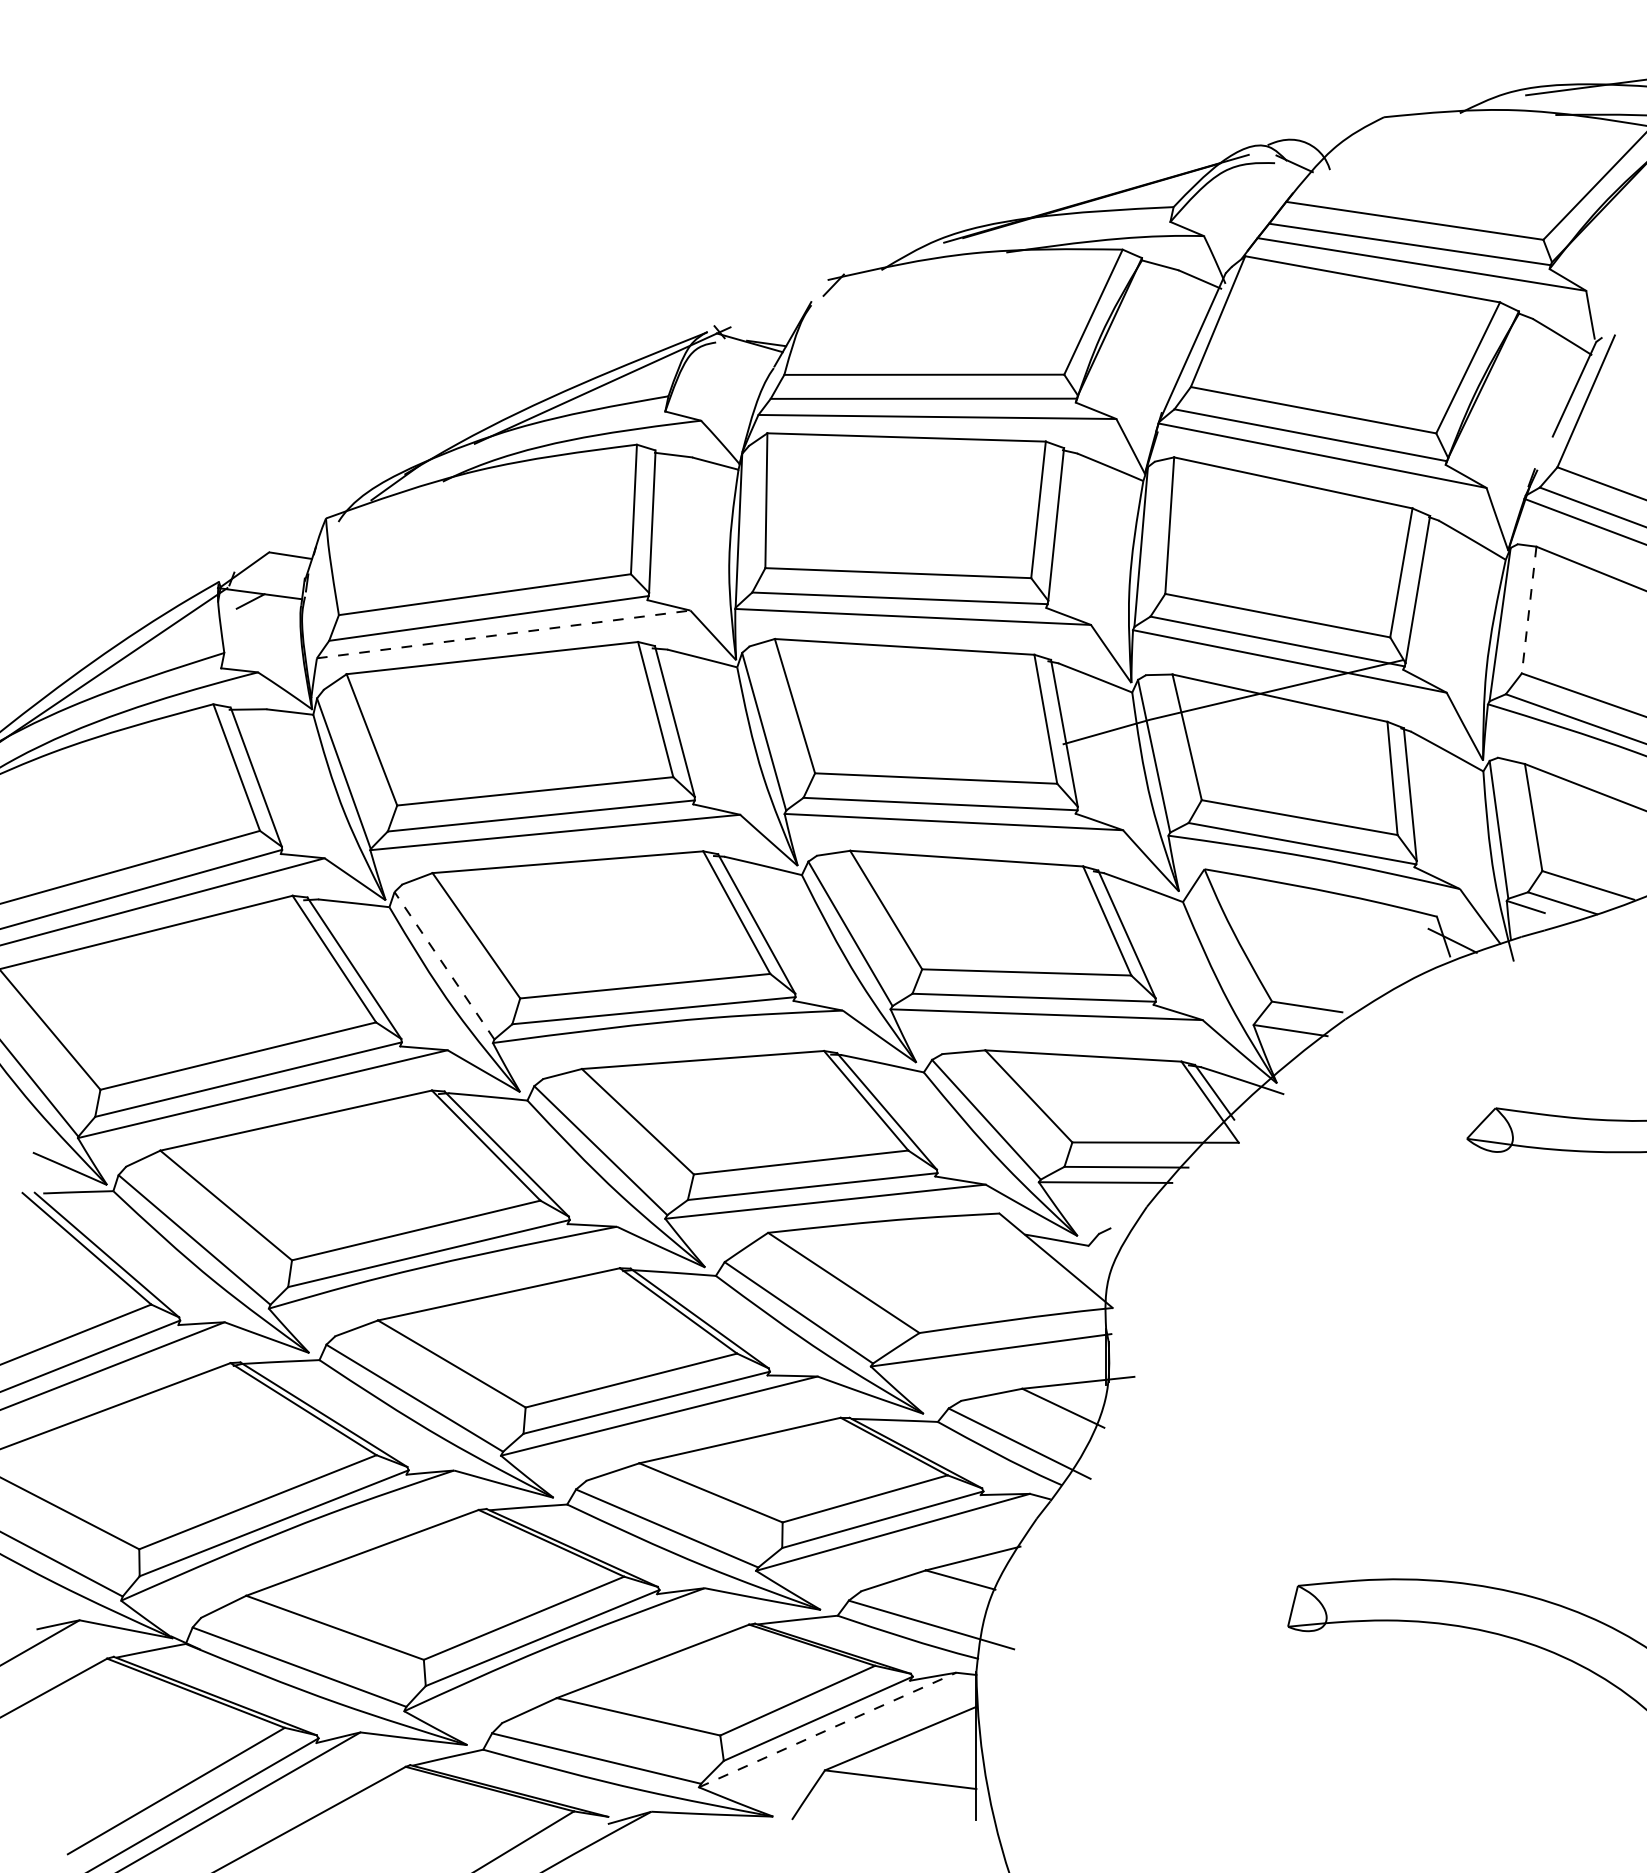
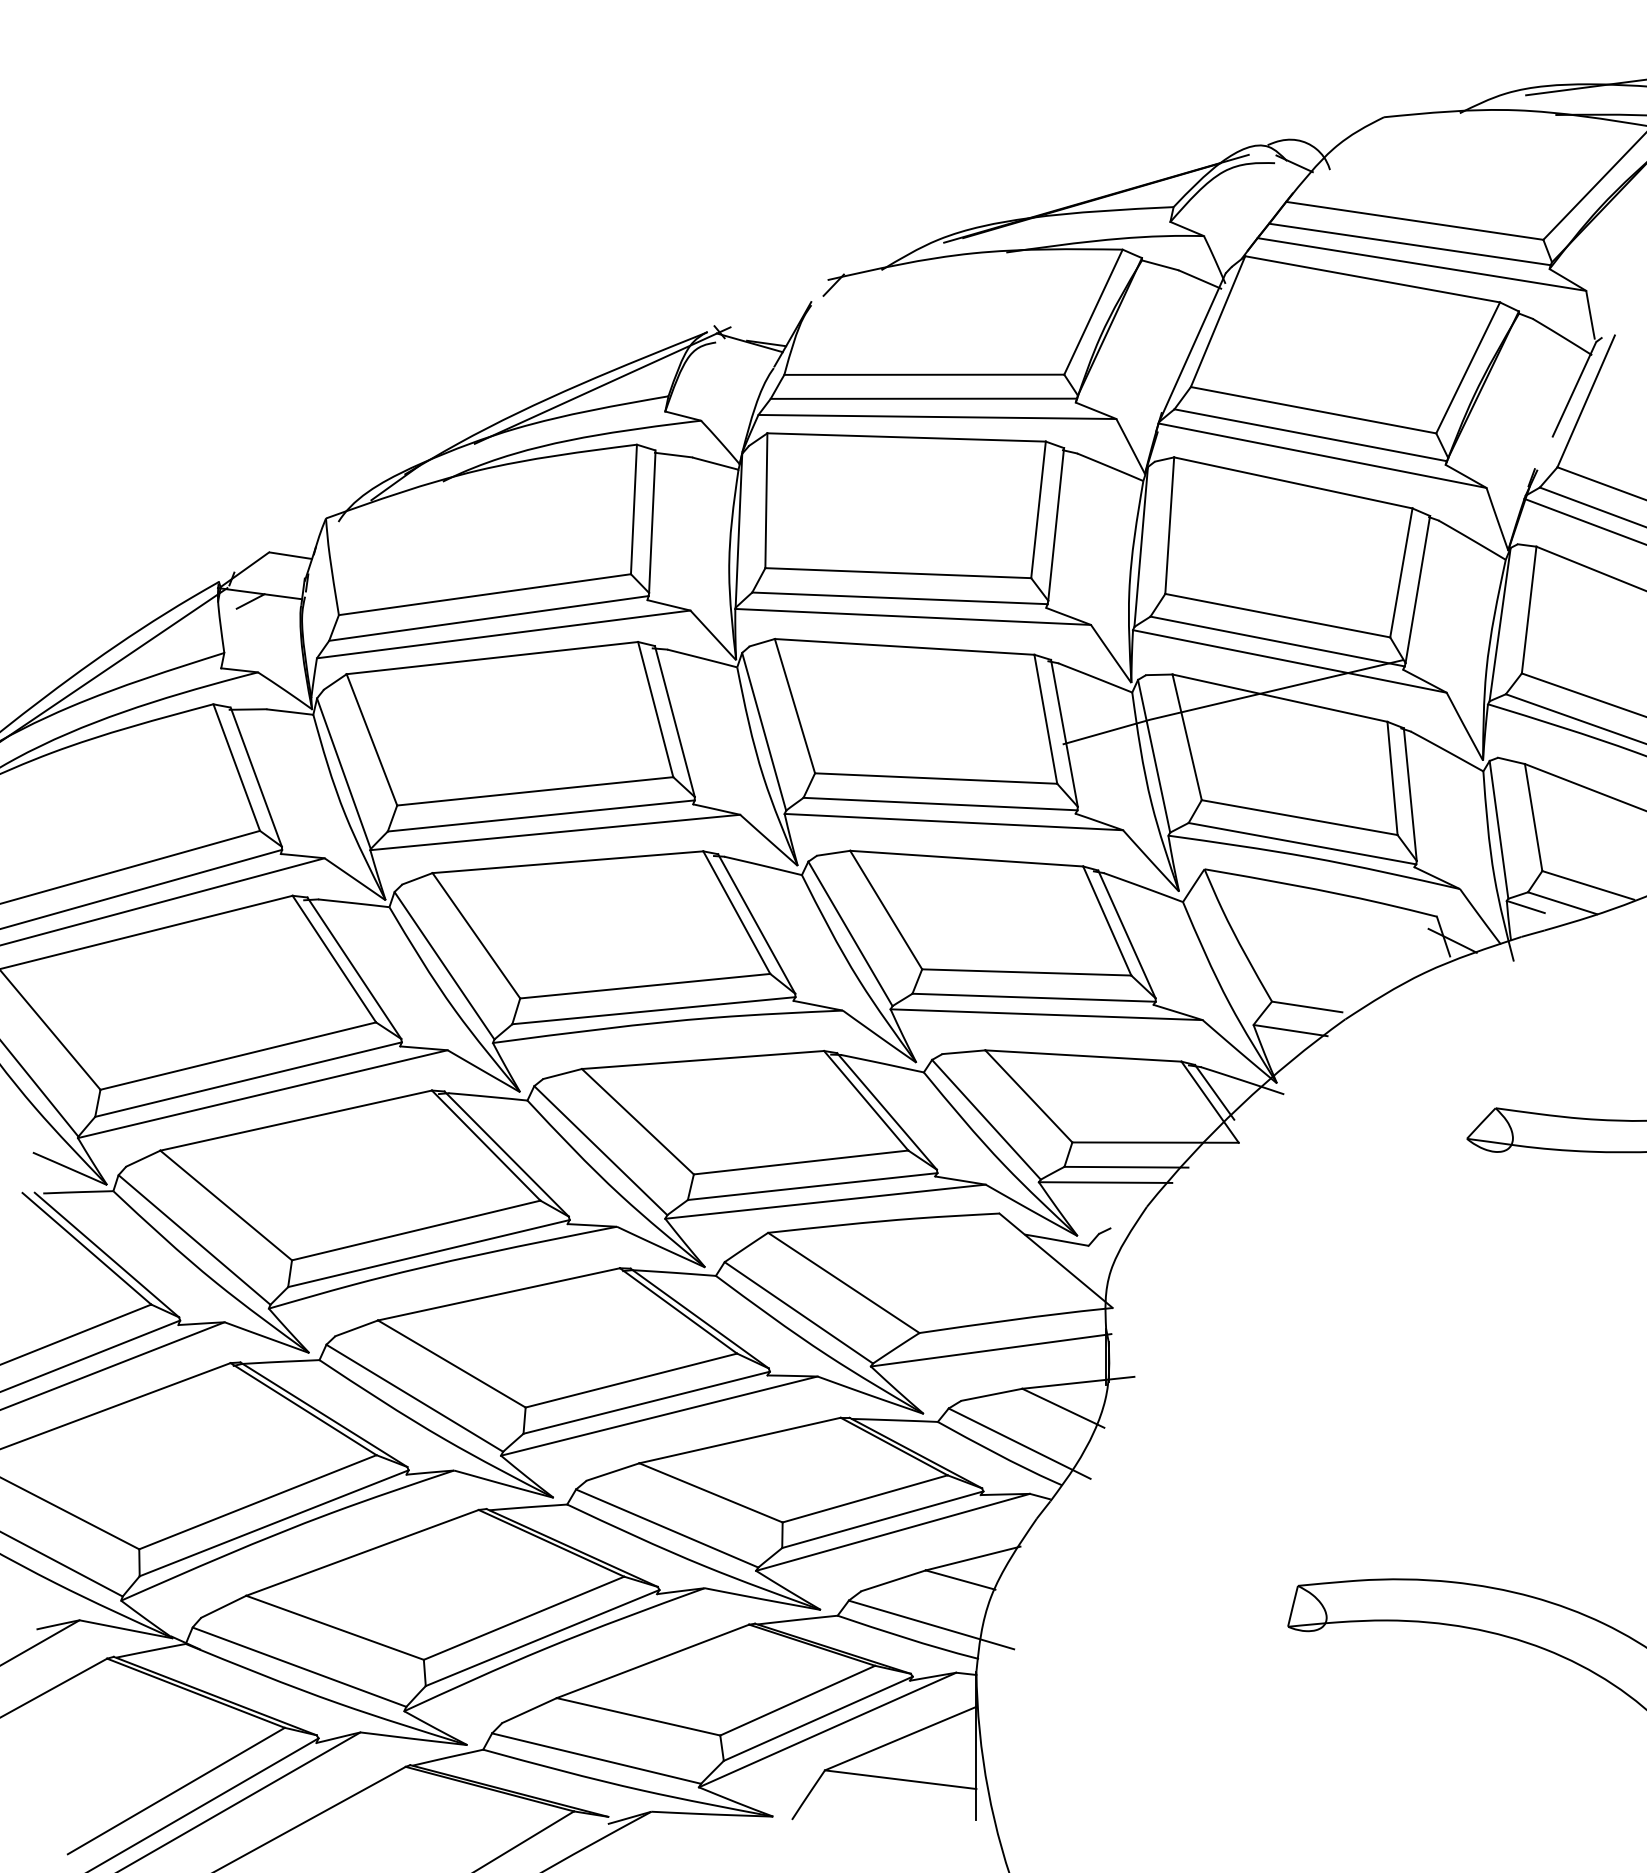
line at (1529, 610): dashed -> solid
line at (504, 634): dashed -> solid
line at (444, 965): dashed -> solid
line at (827, 1730): dashed -> solid
